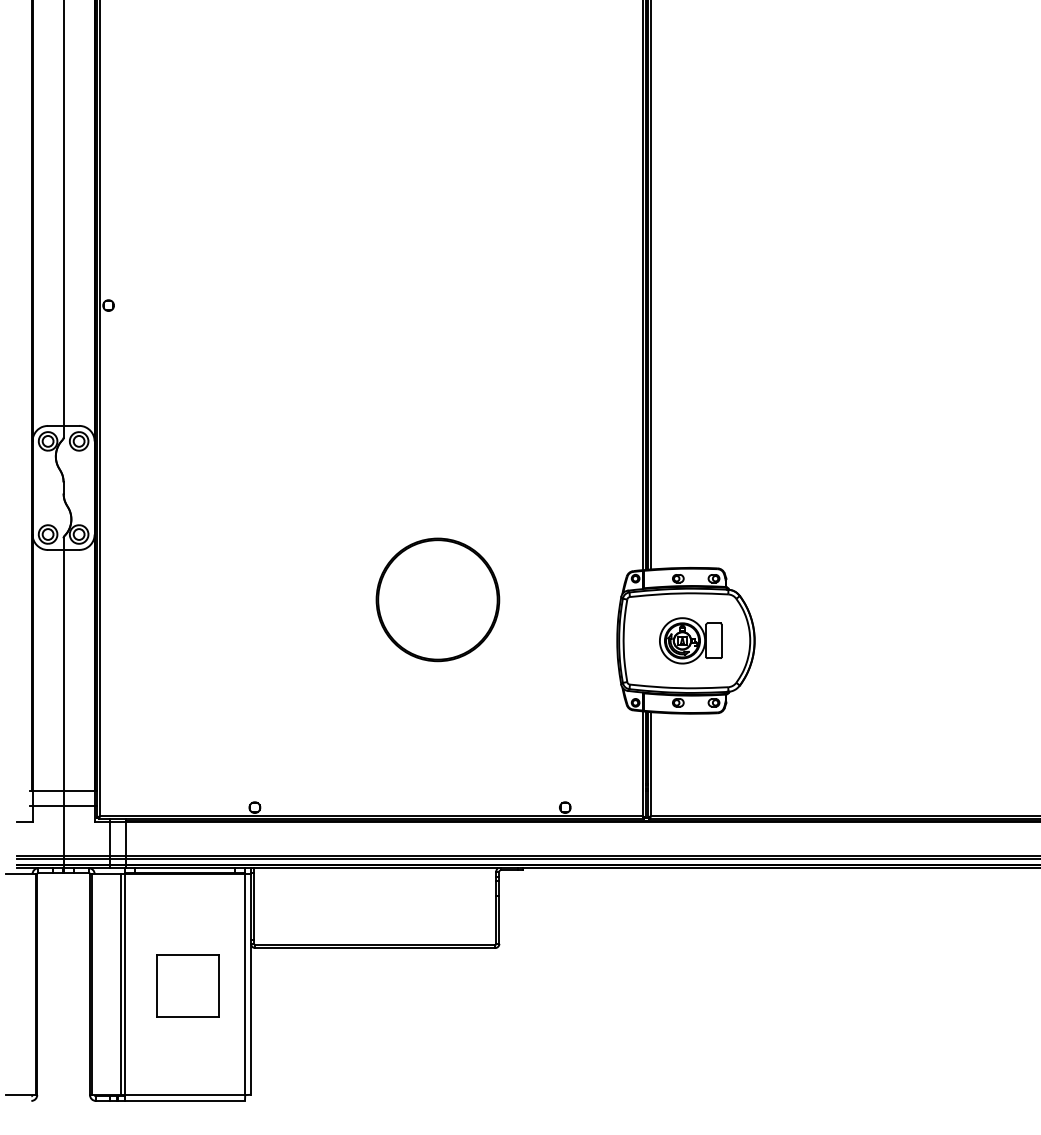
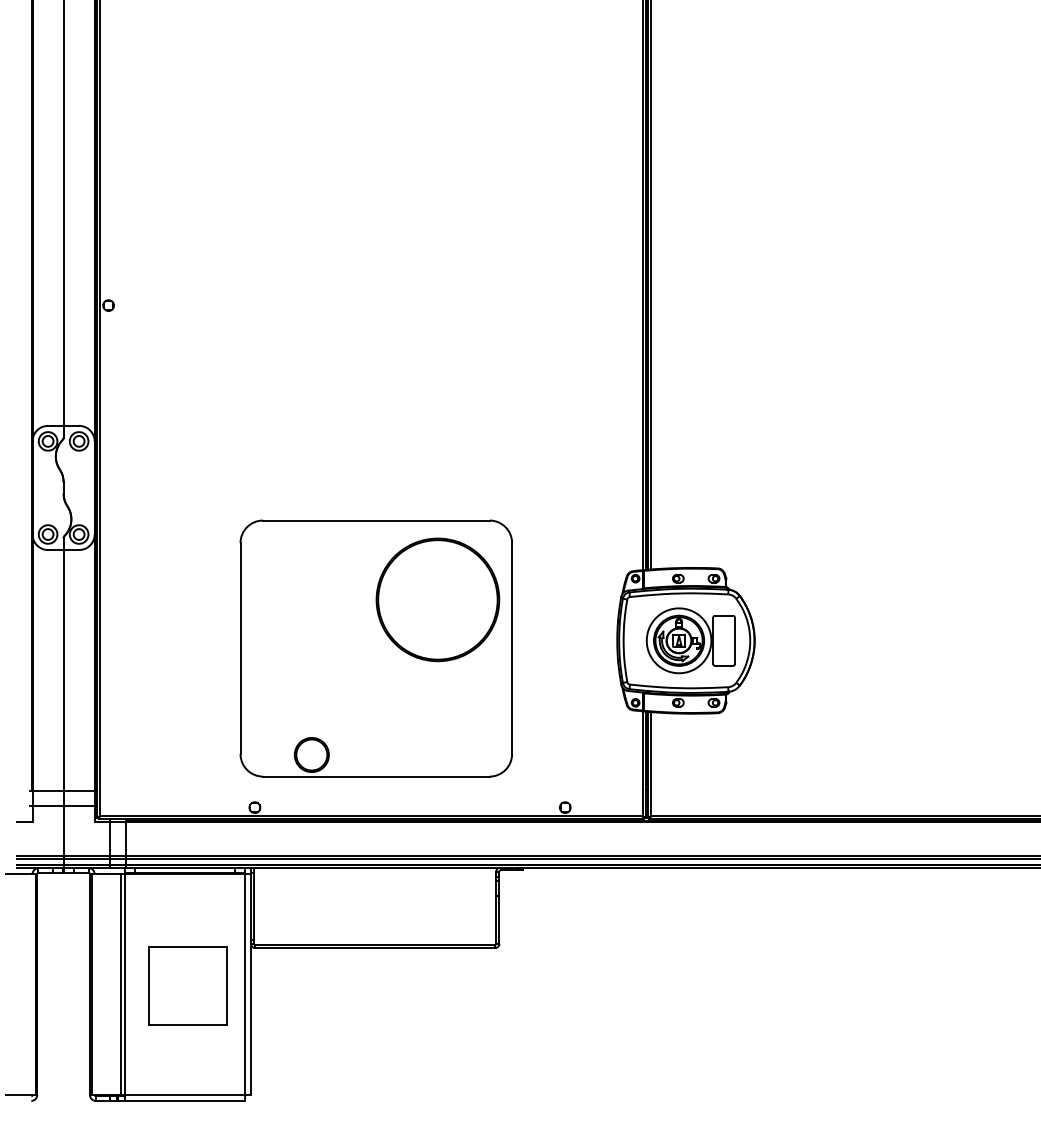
part at (690, 640) size: 64x48 px -> 91x68 px
part at (375, 648): none -> present
part at (187, 985) size: 64x64 px -> 80x80 px
